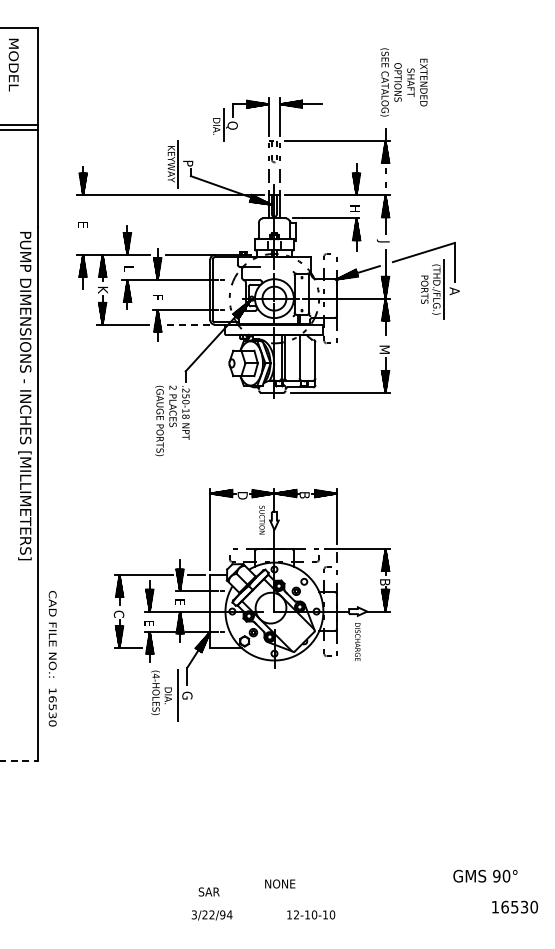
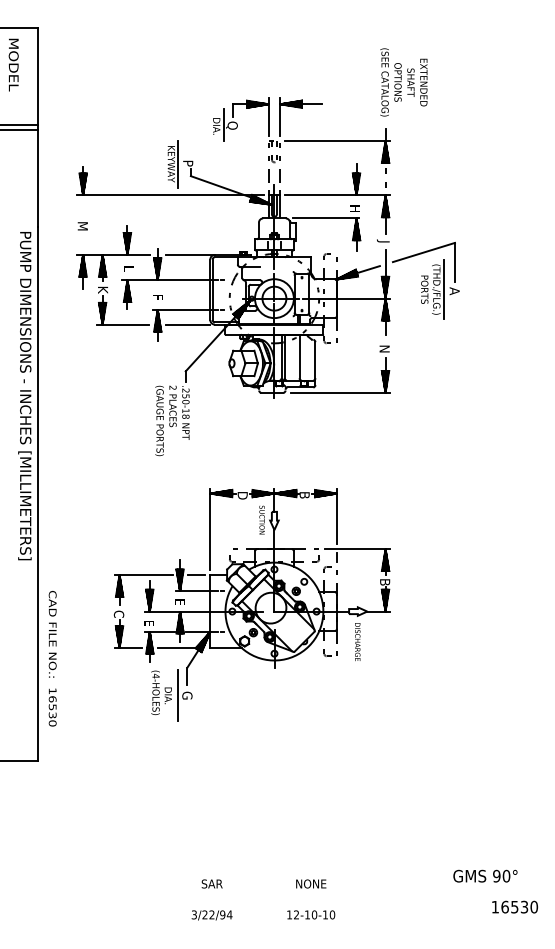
text at (82, 226): E -> M
line at (187, 324): dashed -> solid
text at (384, 350): M -> N
line at (177, 648): none -> present
line at (19, 760): dashed -> solid
text at (280, 883) position: (280, 883) -> (311, 883)
text at (208, 891) position: (208, 891) -> (211, 883)
